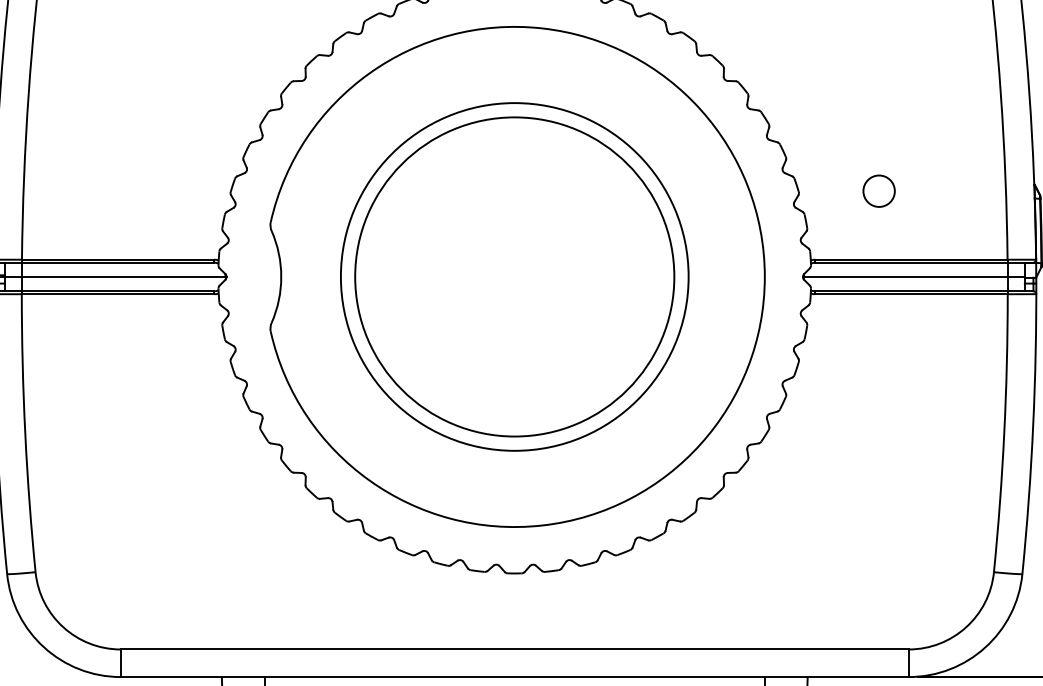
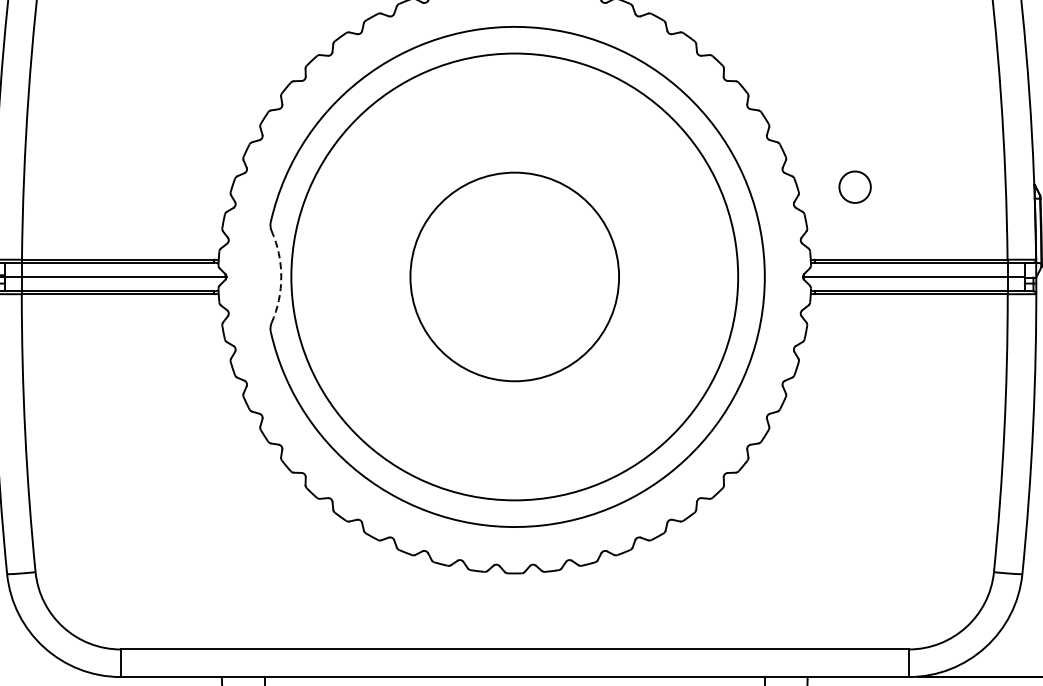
circle at (878, 190) position: (878, 190) -> (854, 186)
arc at (281, 276): solid -> dashed
circle at (514, 276) diameter: 319 px -> 447 px
circle at (514, 276) diameter: 348 px -> 209 px
